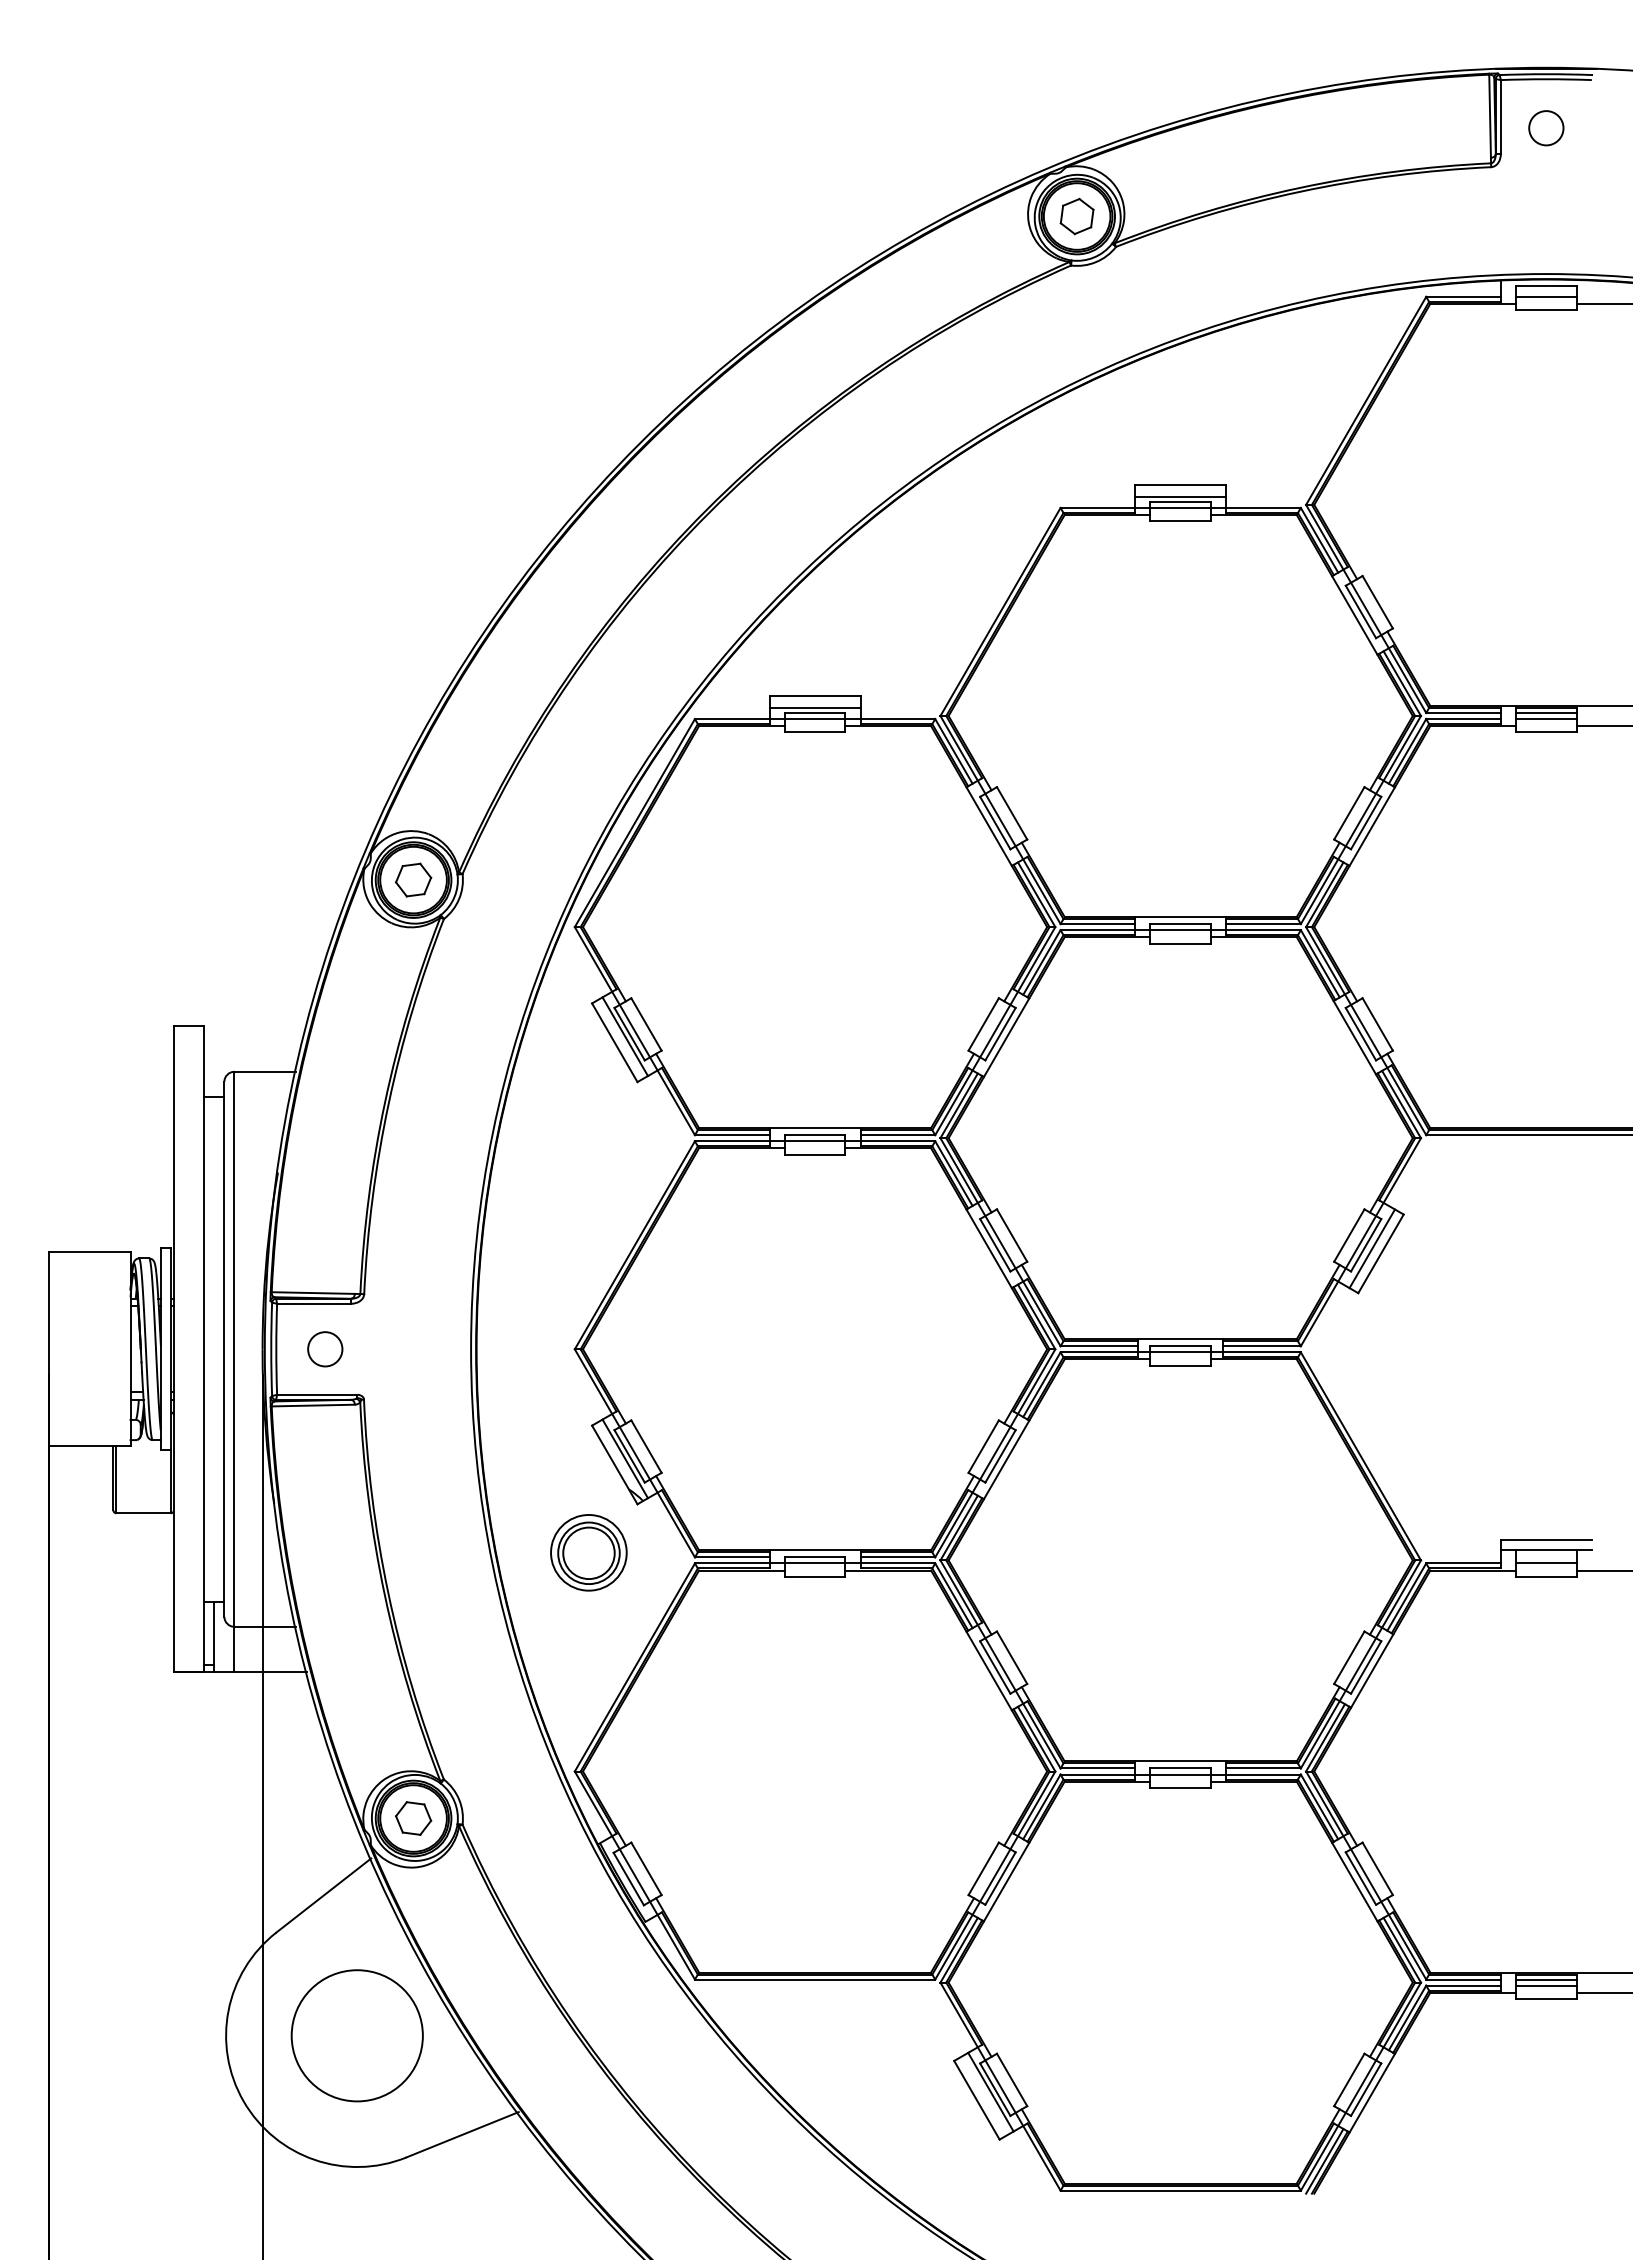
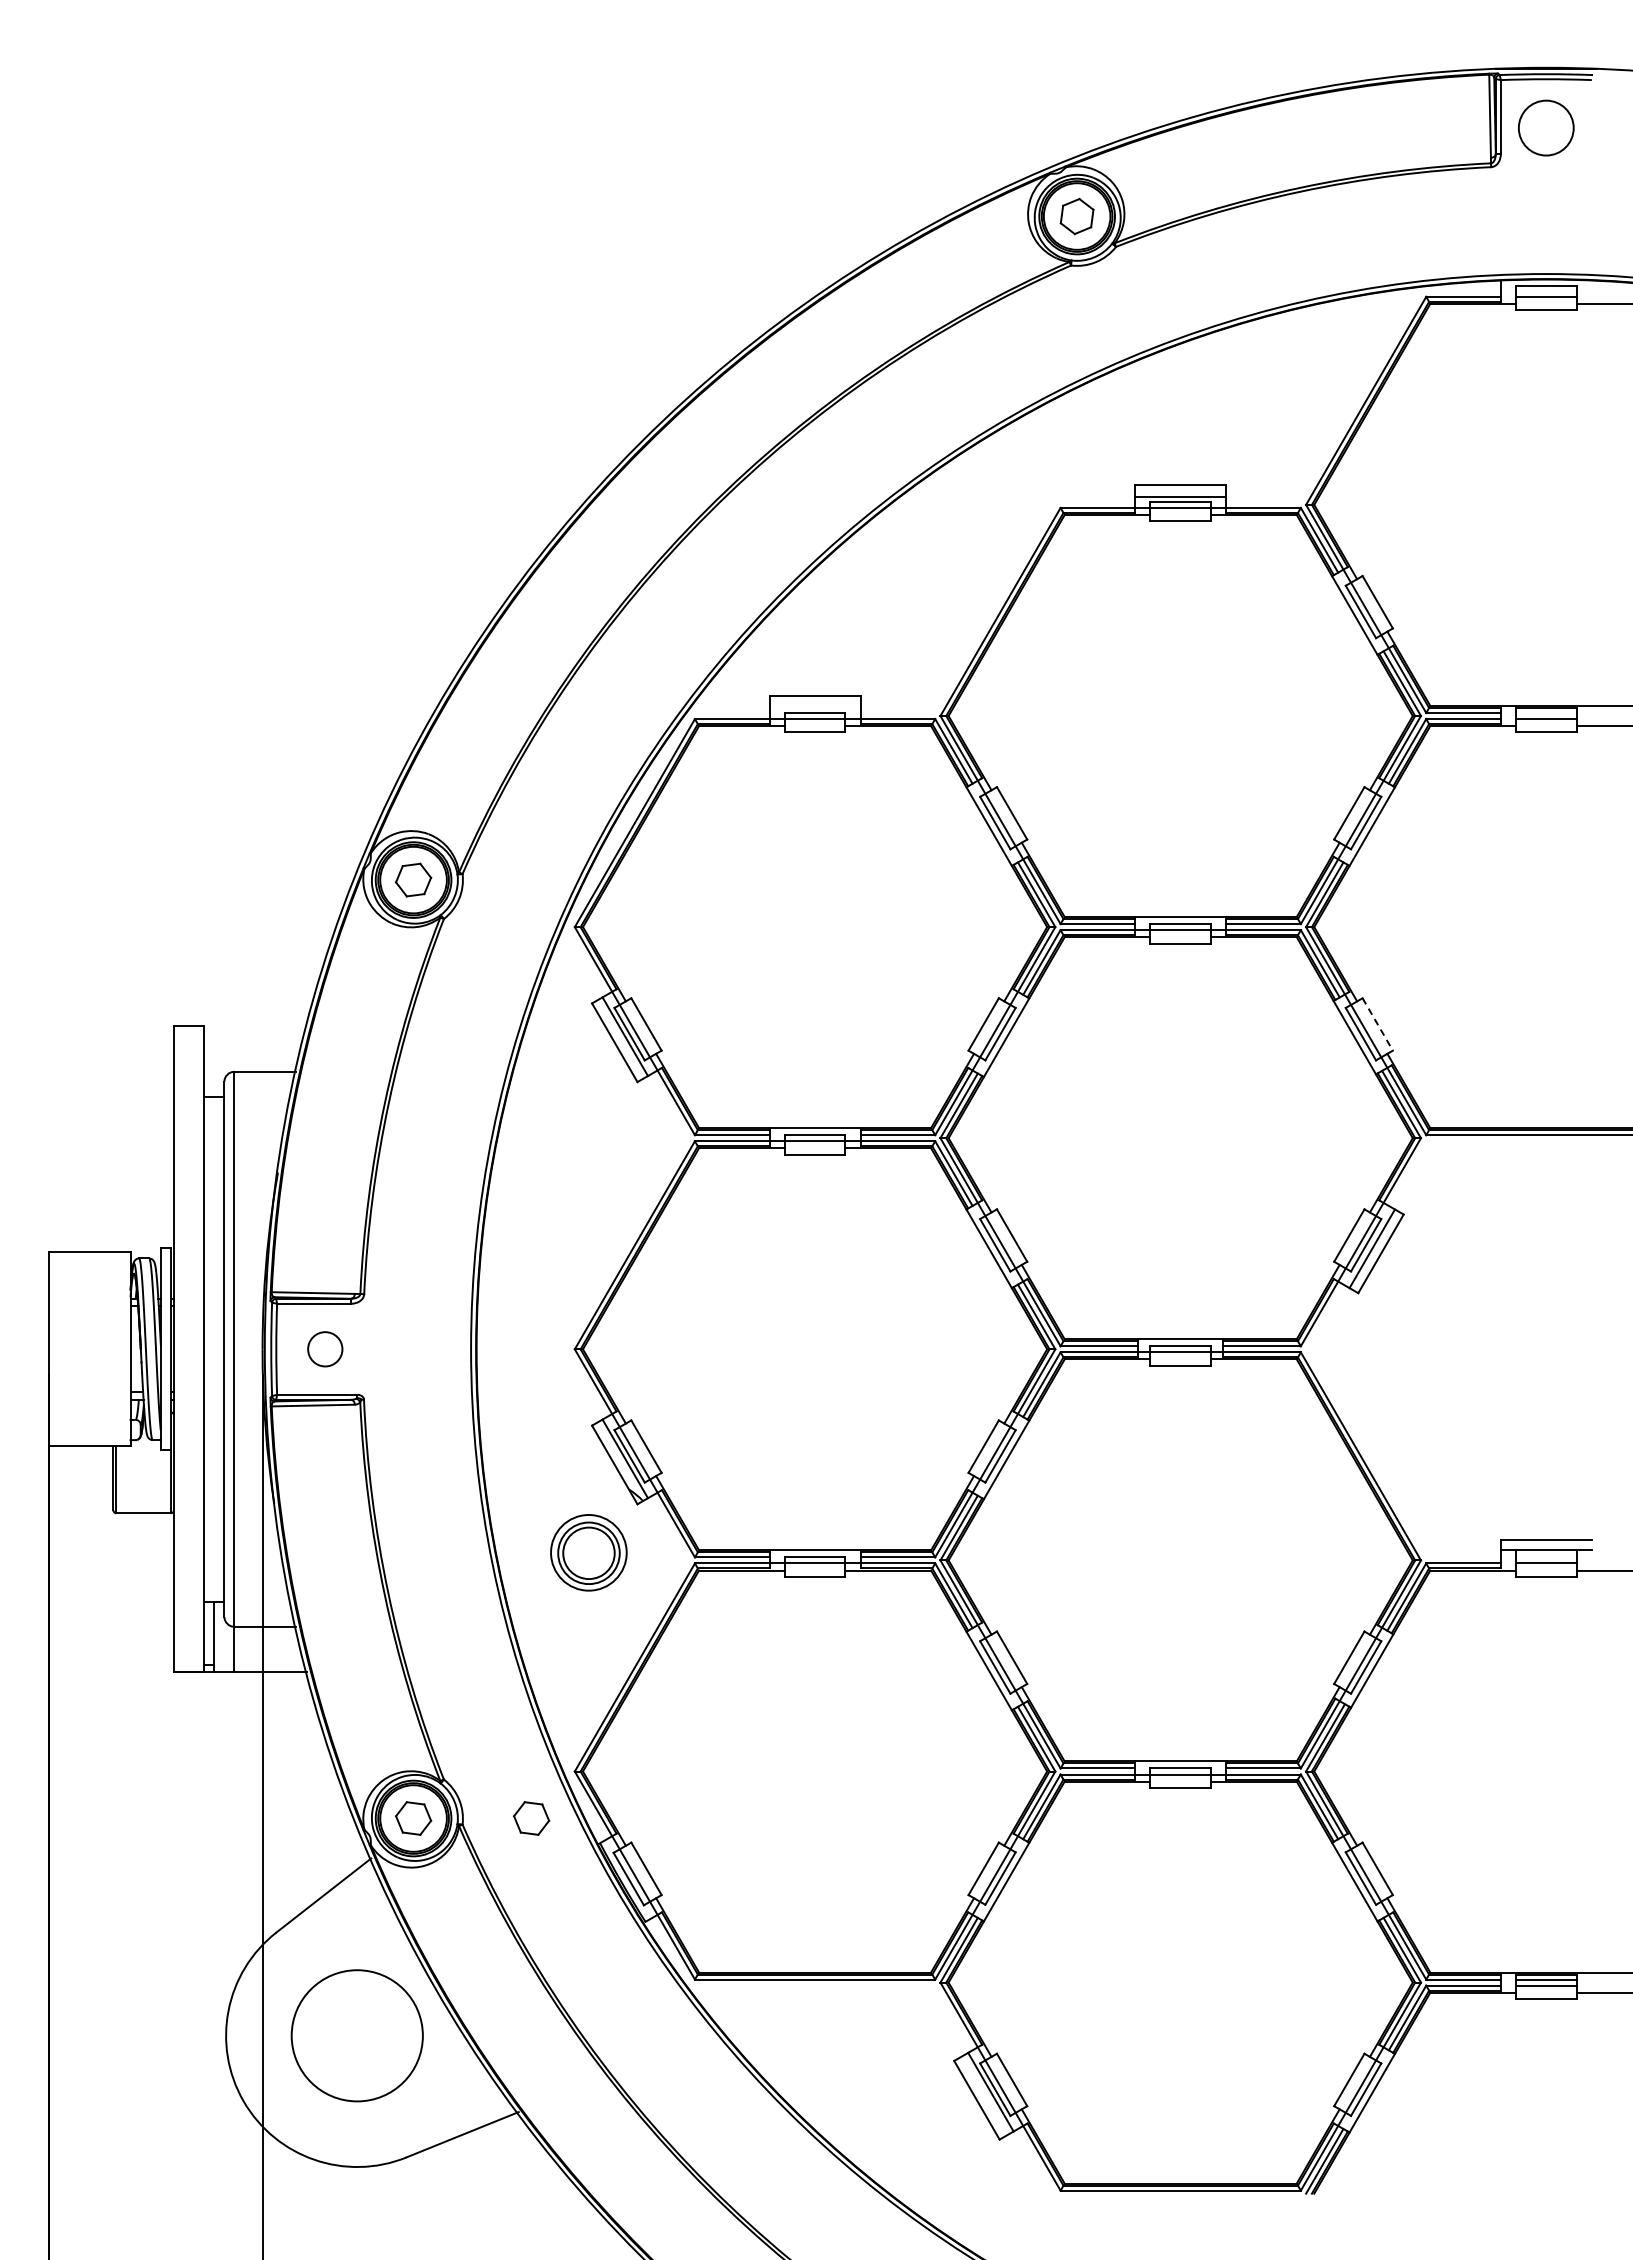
circle at (1546, 128) size: 37x37 px -> 57x58 px
line at (814, 707): present -> none
line at (1546, 712): present -> none
line at (1377, 1024): solid -> dashed
part at (531, 1818): none -> present
